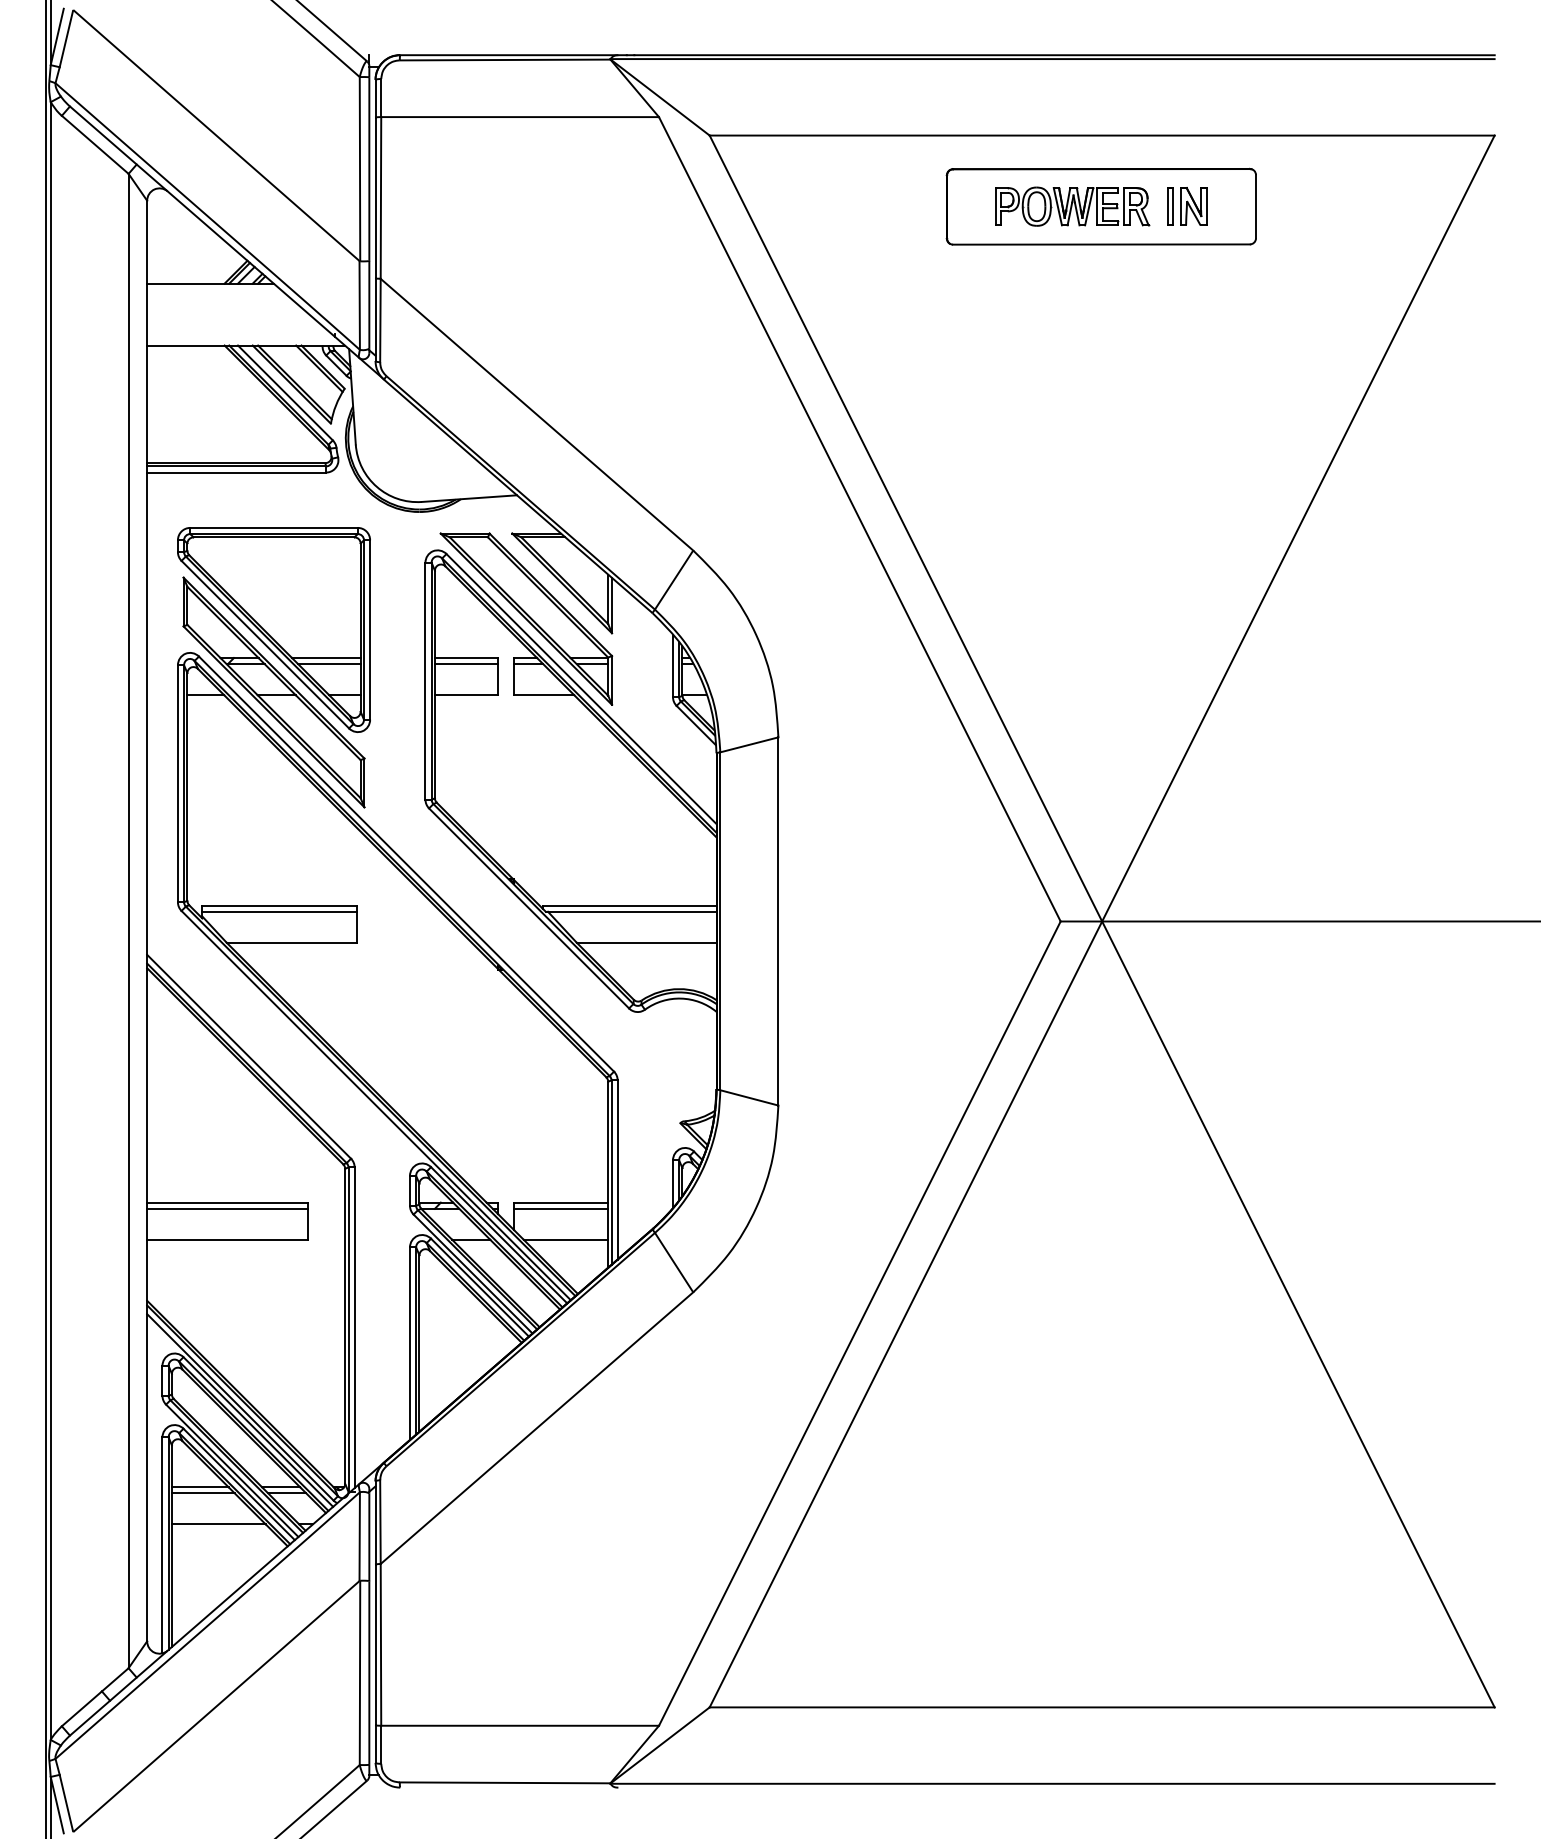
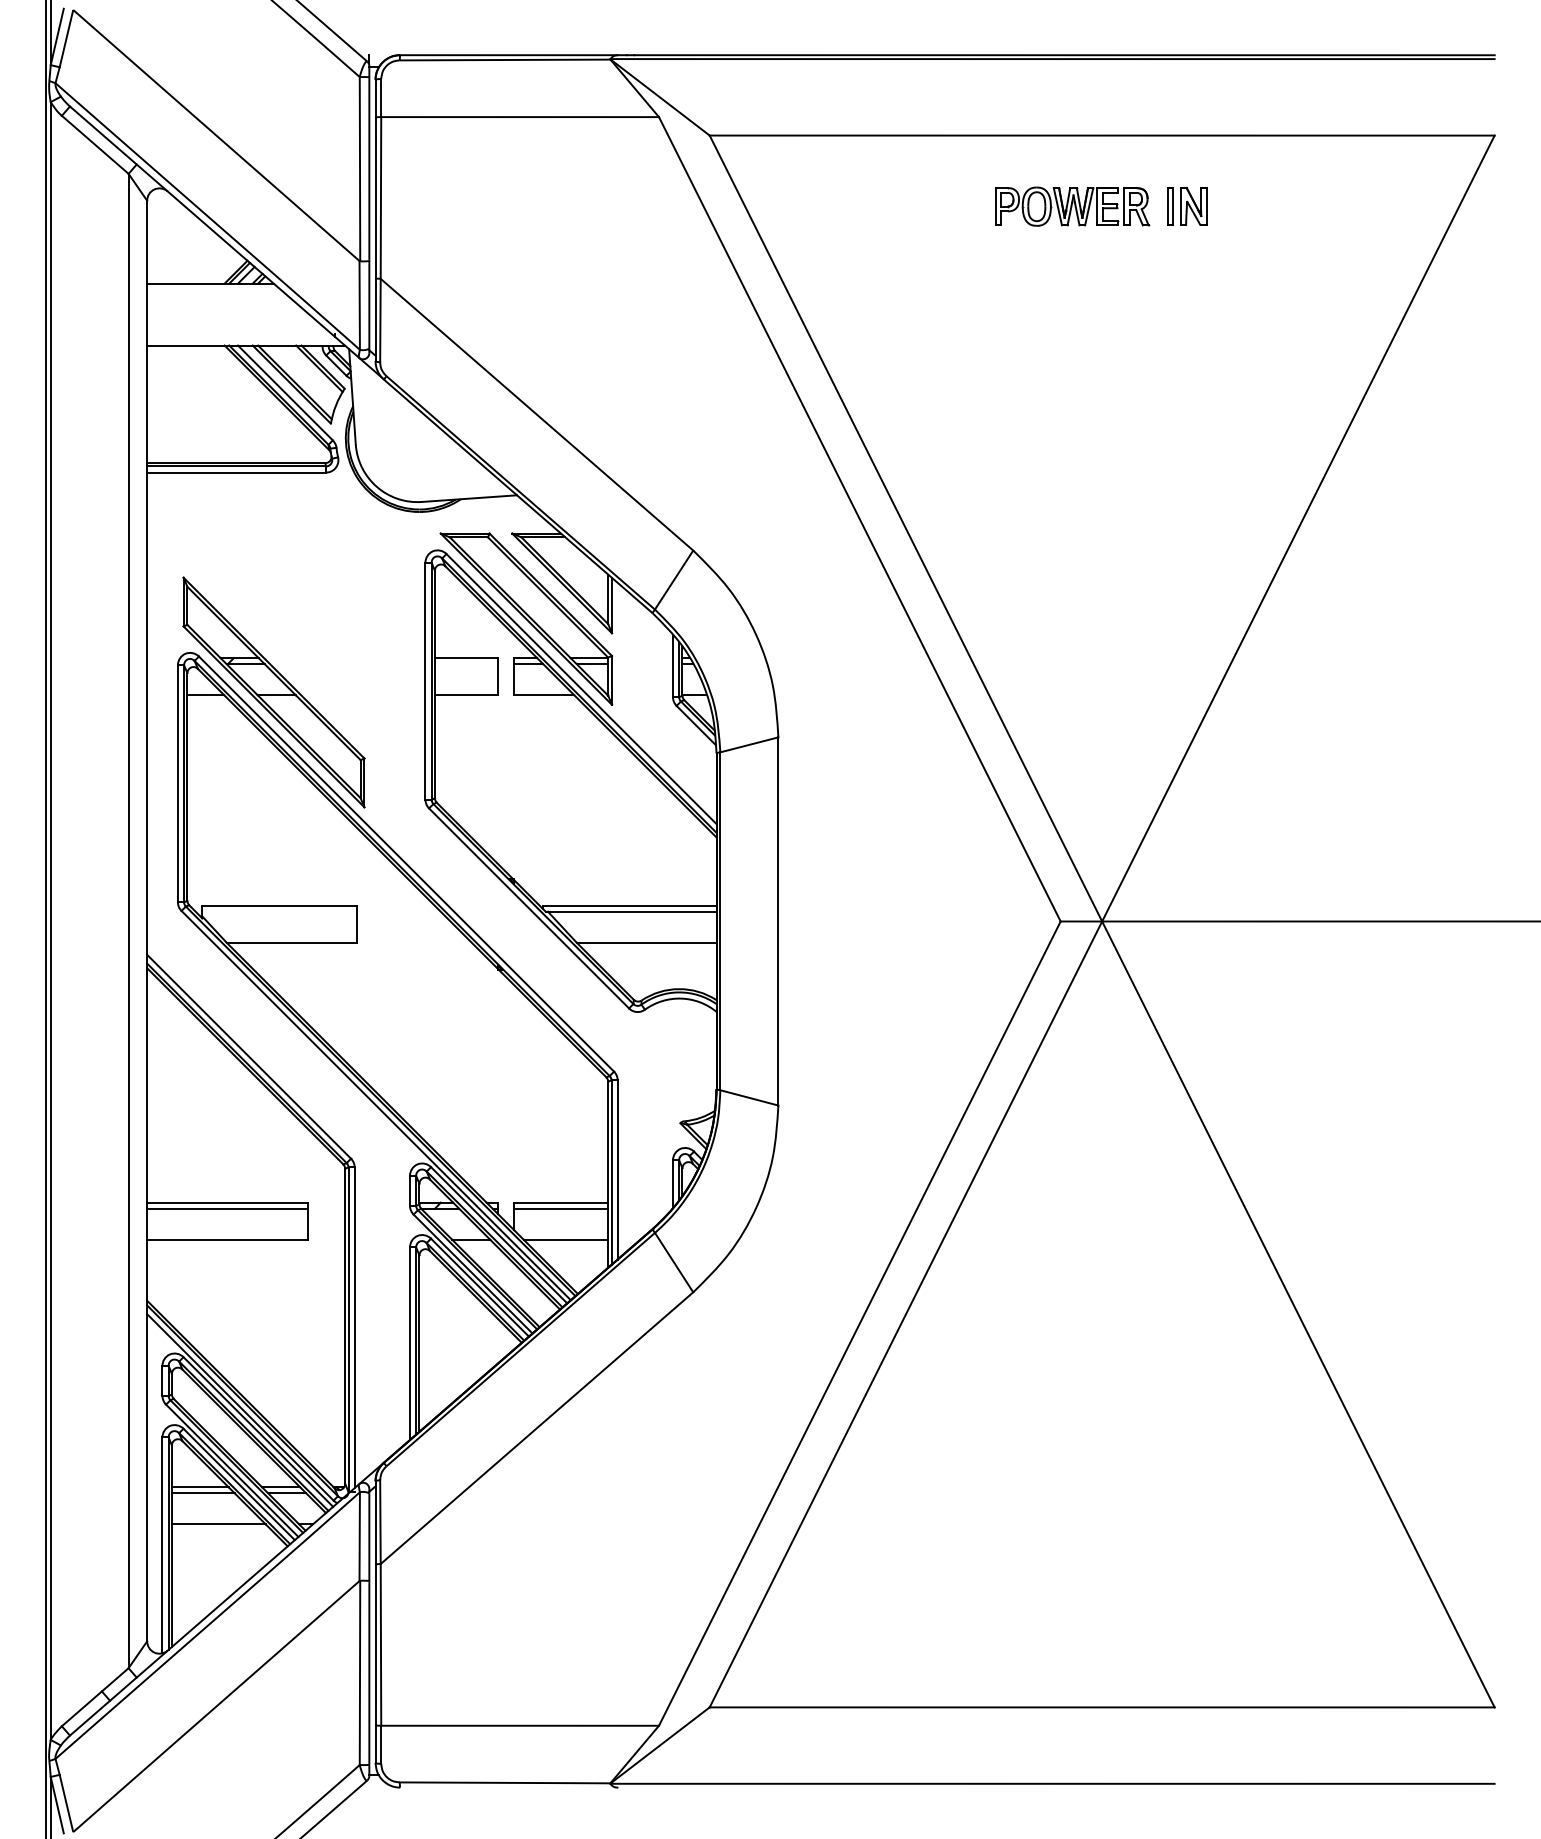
part at (1100, 206): present -> none
part at (273, 629): present -> none
line at (466, 664): present -> none
line at (279, 911): present -> none
